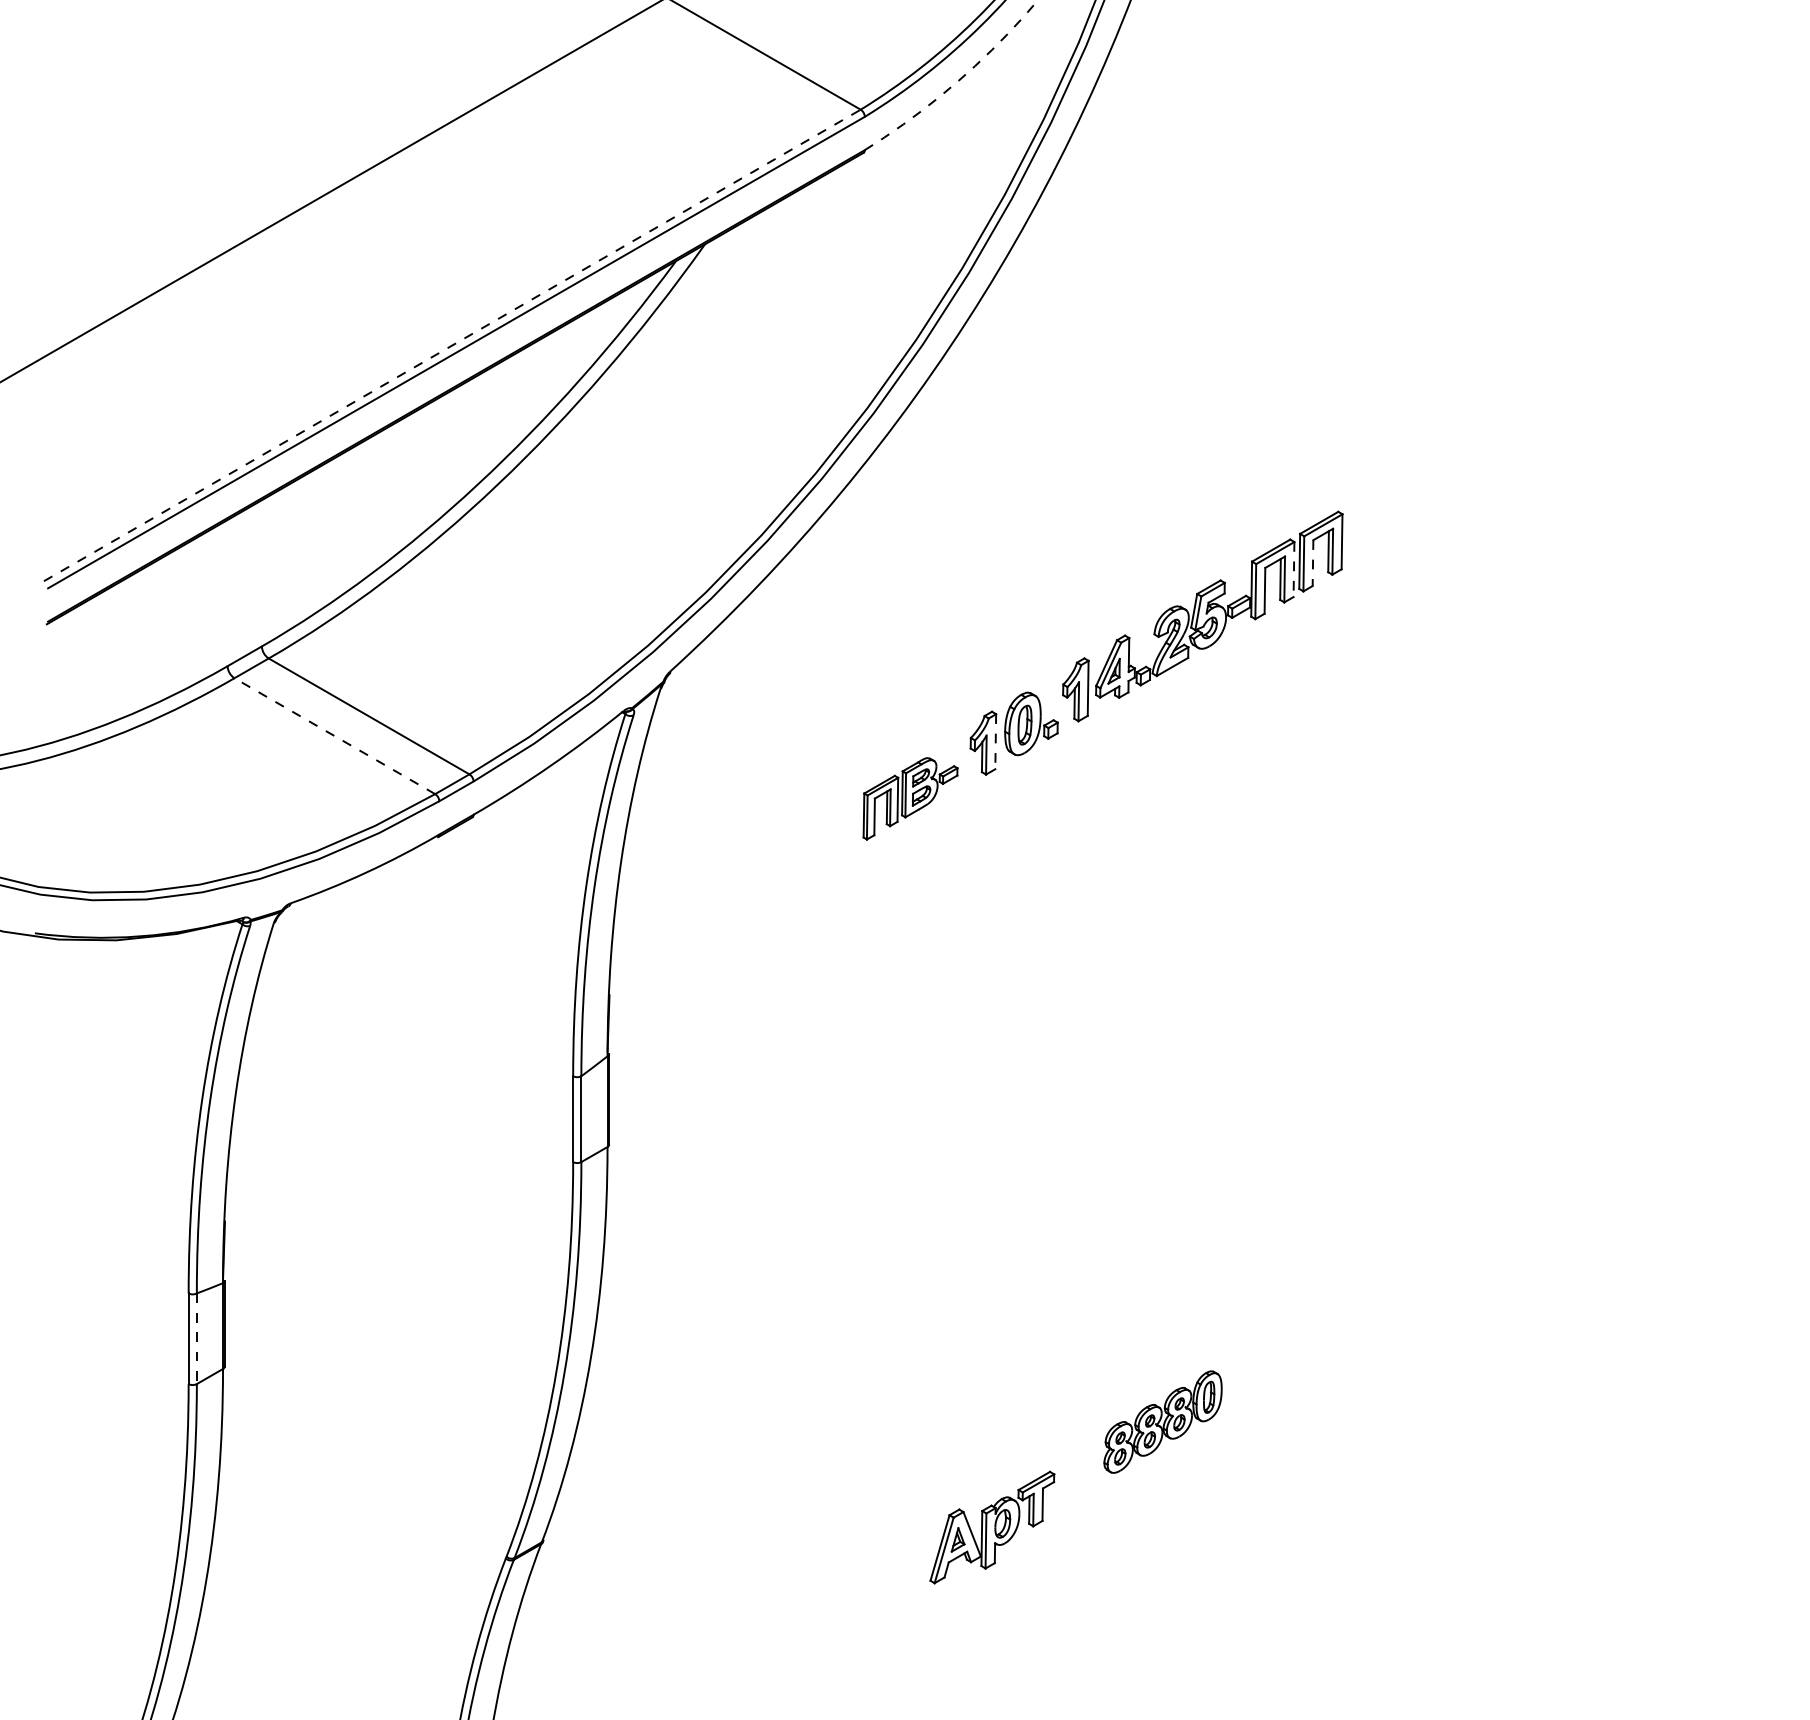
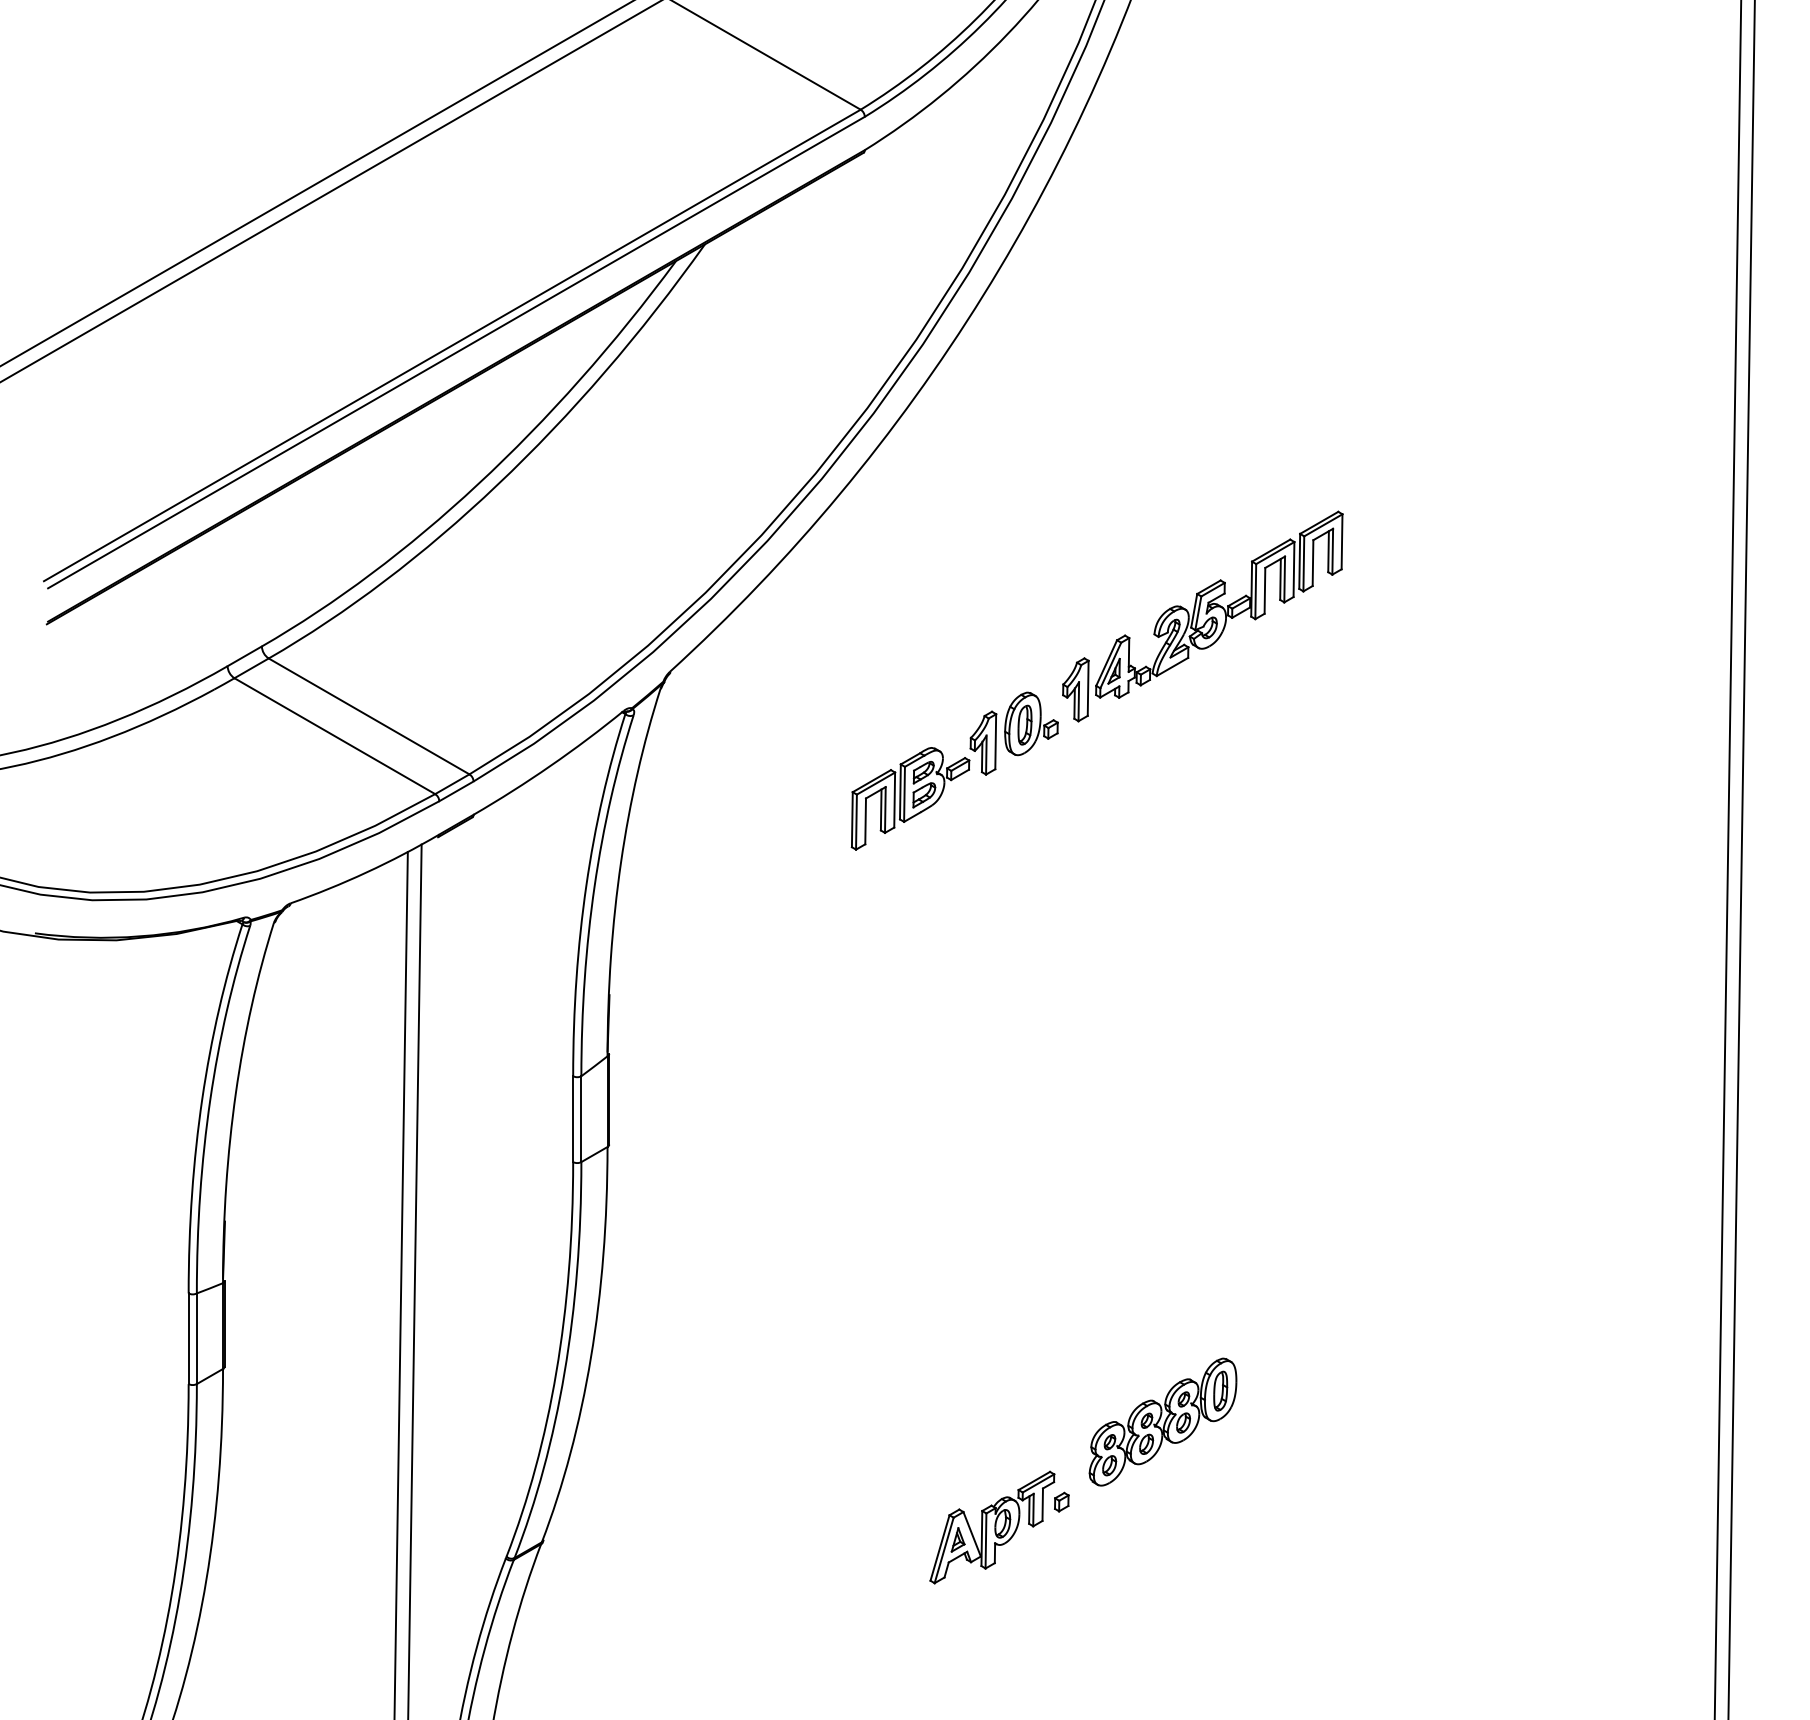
arc at (957, 81): dashed -> solid
line at (316, 183): none -> present
line at (452, 345): dashed -> solid
line at (1313, 563): dashed -> solid
line at (1293, 569): dashed -> solid
line at (334, 736): dashed -> solid
line at (995, 741): dashed -> solid
part at (910, 798) size: 97x84 px -> 121x104 px
line at (1727, 859): none -> present
line at (1741, 859): none -> present
line at (414, 1280): none -> present
line at (400, 1283): none -> present
line at (196, 1339): dashed -> solid
part at (1162, 1421) size: 120x104 px -> 150x130 px
part at (1061, 1501): none -> present
